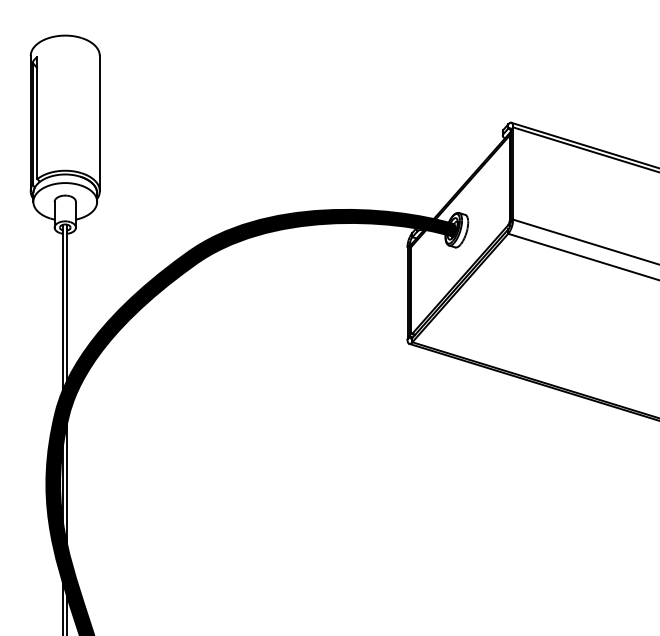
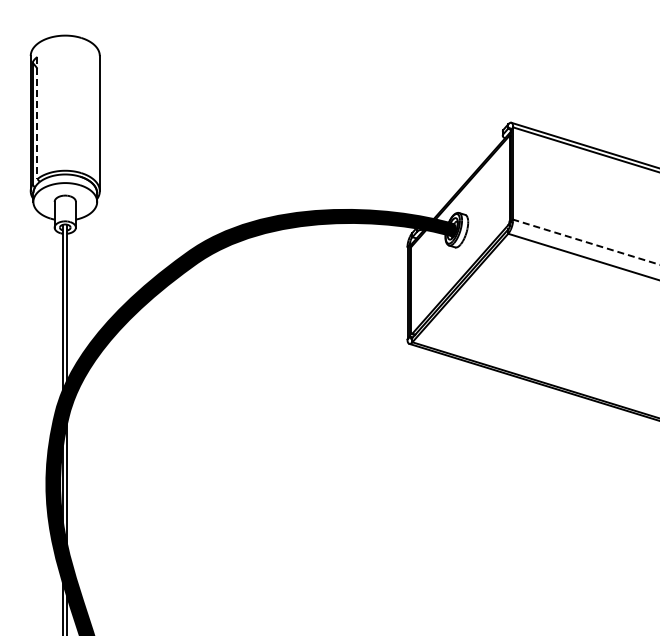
line at (37, 118): solid -> dashed
line at (585, 241): solid -> dashed
